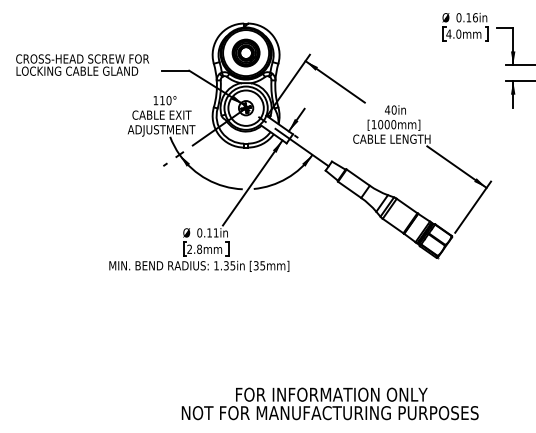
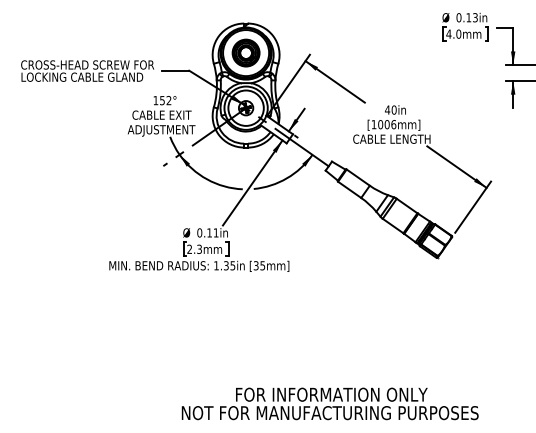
text at (475, 17): 0.16in -> 0.13in
text at (82, 64) position: (82, 64) -> (87, 70)
text at (165, 100): 110° -> 152°
text at (393, 124): [1000mm] -> [1006mm]
text at (199, 248): 2.8mm -> 2.3mm
